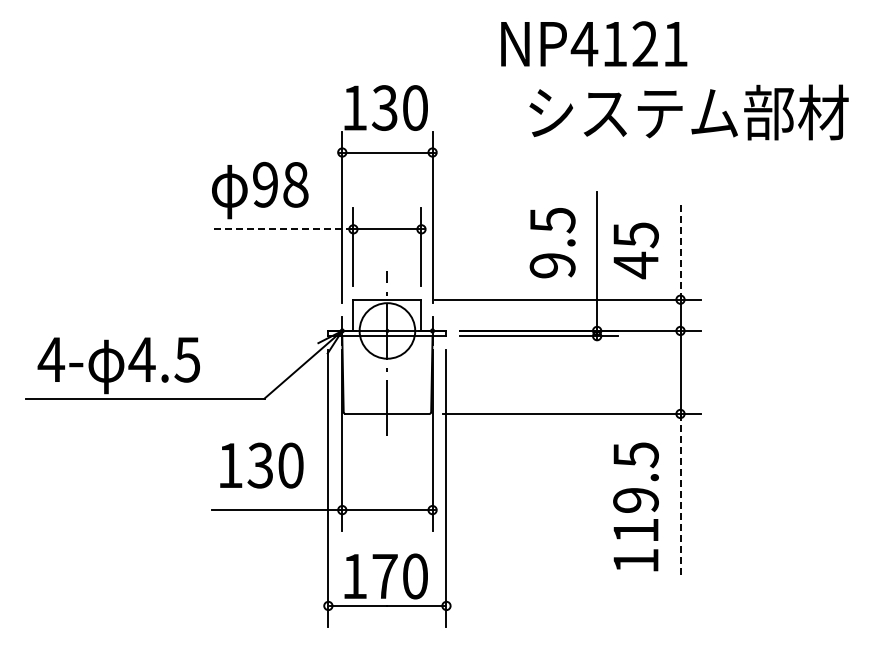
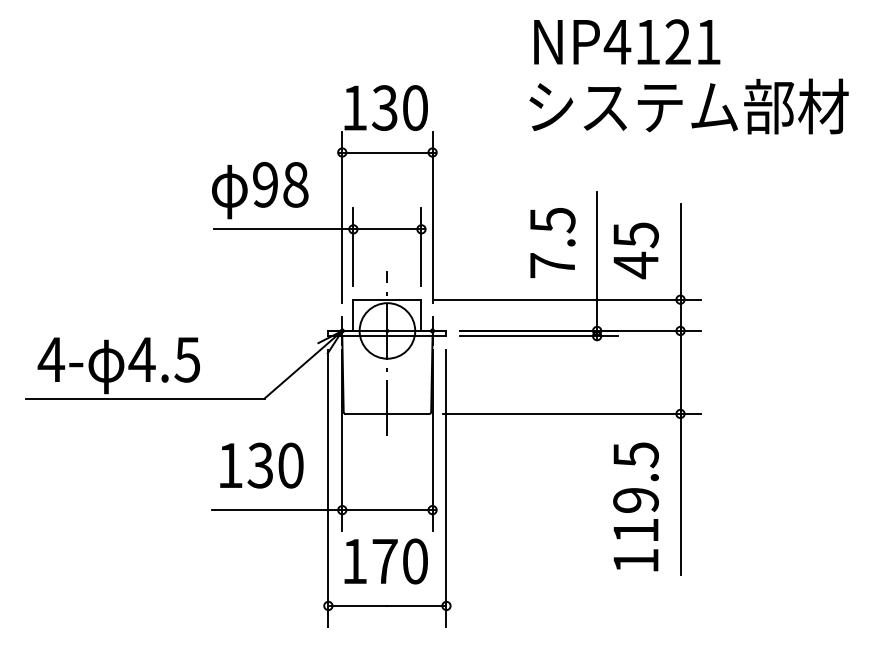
text at (594, 43) position: (594, 43) -> (627, 41)
text at (688, 112) position: (688, 112) -> (688, 106)
line at (283, 229): dashed -> solid
line at (680, 252): dashed -> solid
text at (552, 265): 9.5 -> 7.5
line at (680, 494): dashed -> solid
text at (385, 576) position: (385, 576) -> (385, 561)
